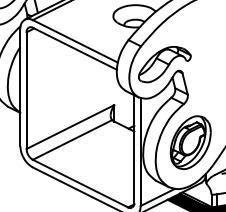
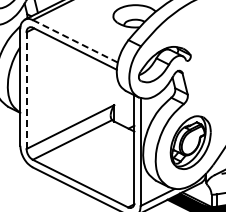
line at (75, 41): solid -> dashed
line at (26, 90): solid -> dashed
